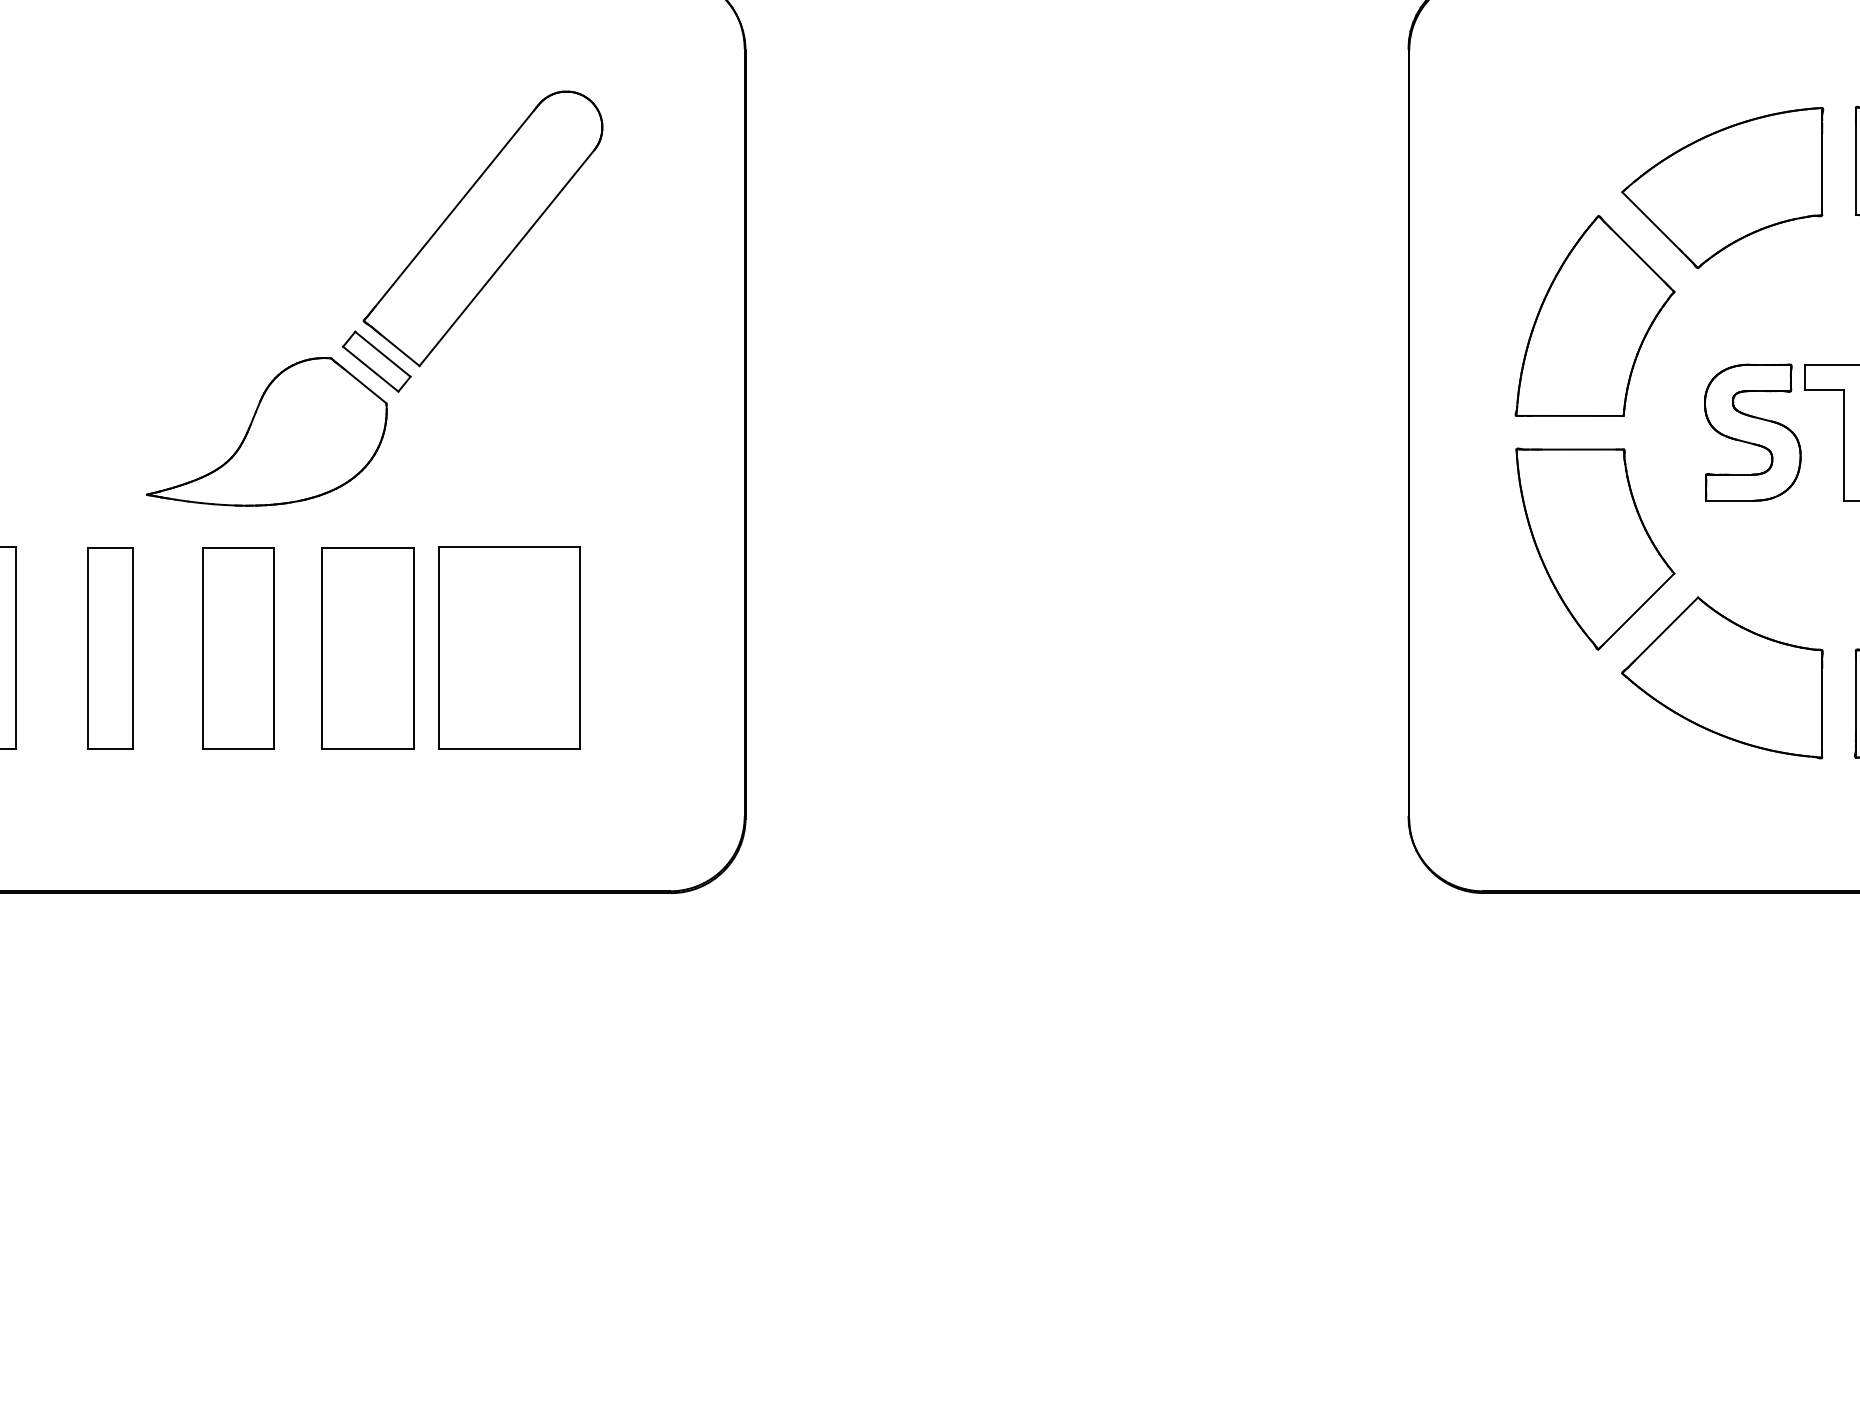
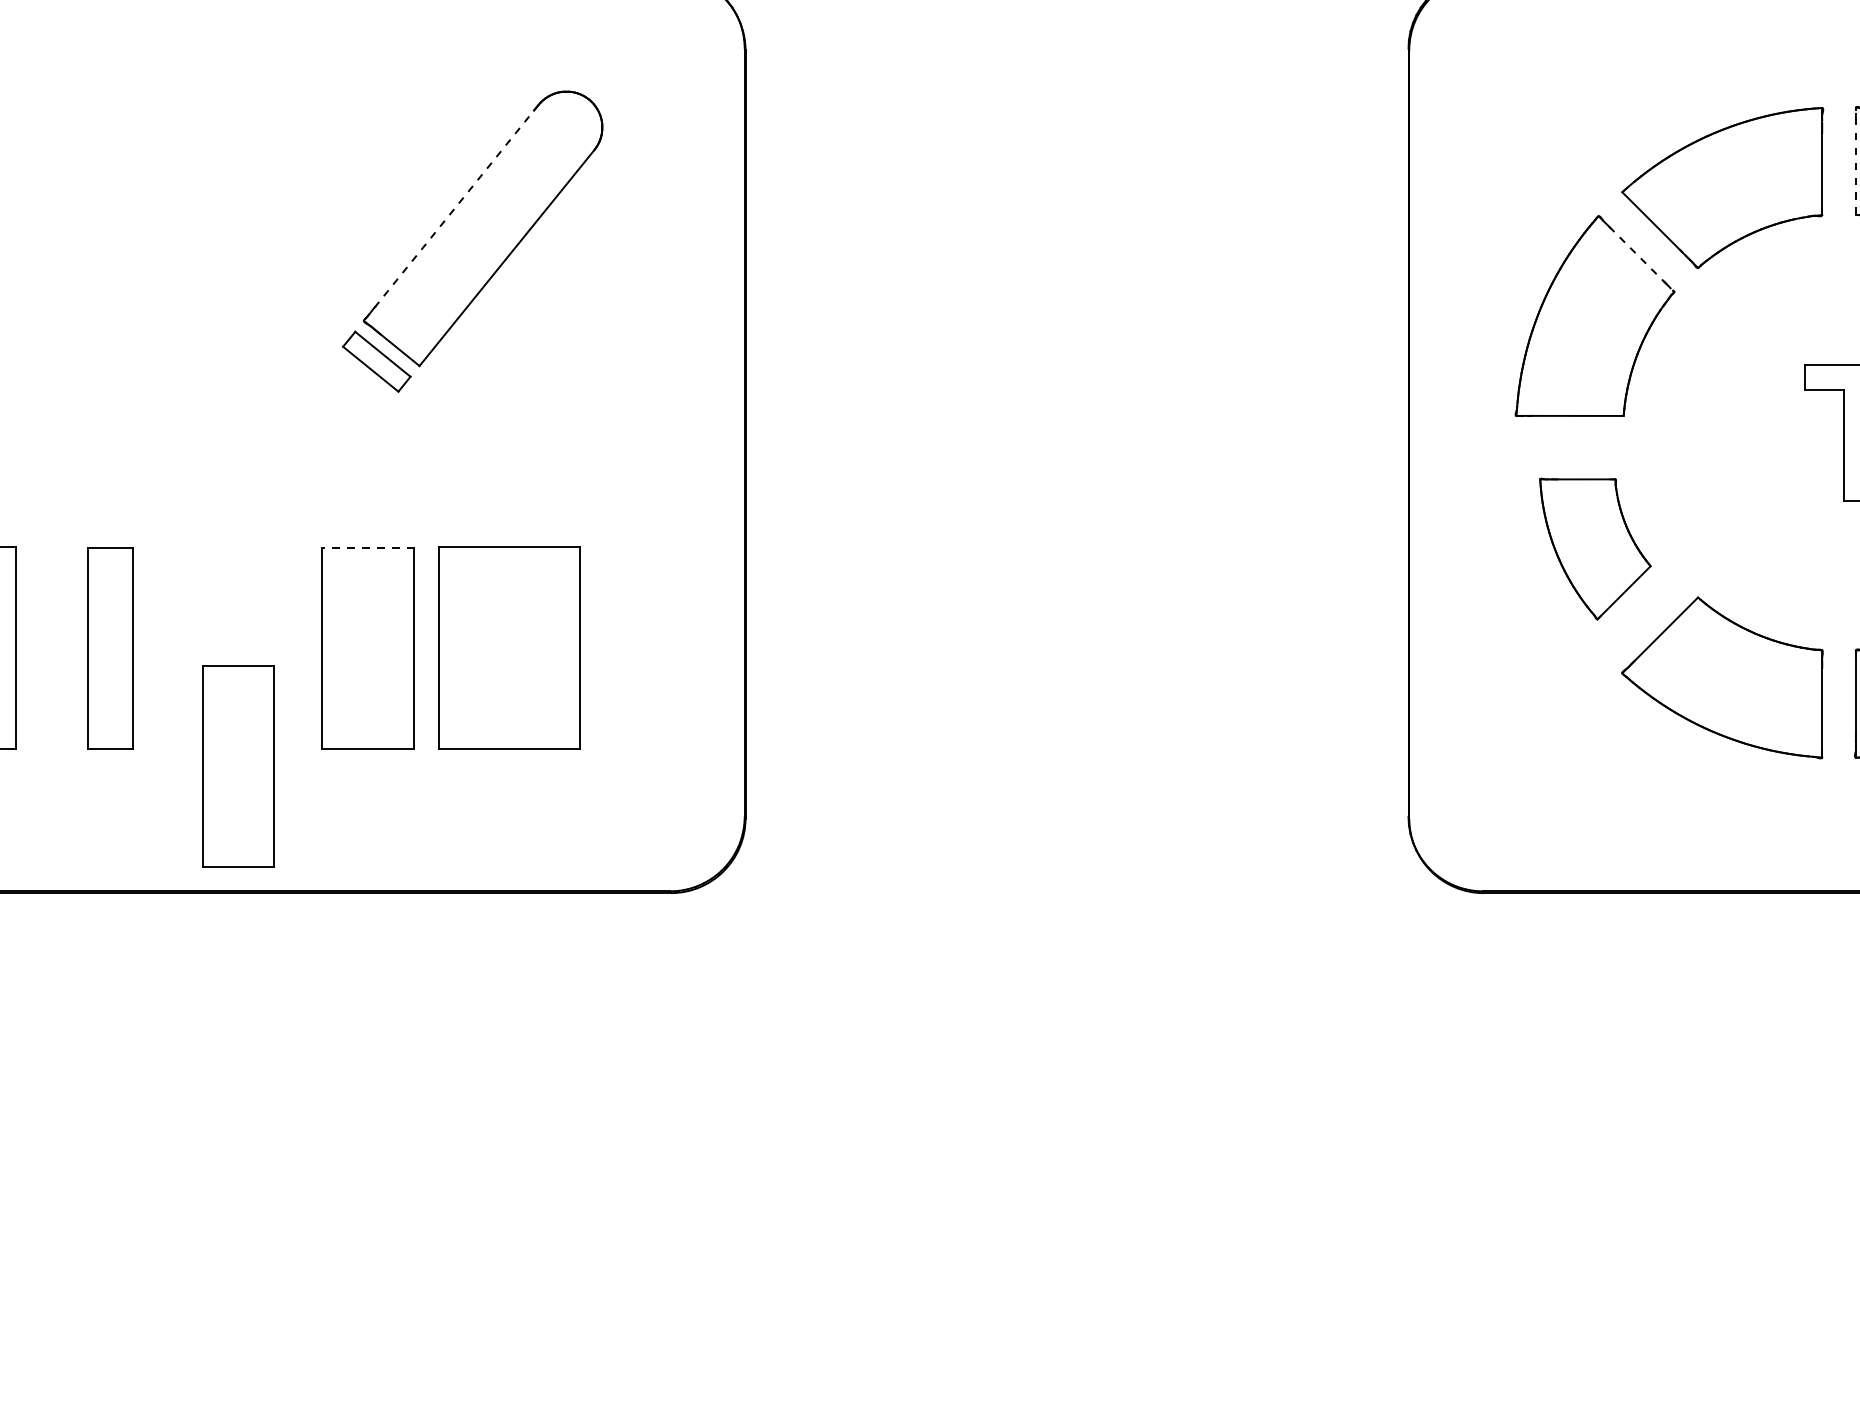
line at (1855, 161): solid -> dashed
line at (451, 212): solid -> dashed
line at (1636, 254): solid -> dashed
part at (266, 431): present -> none
part at (1752, 432): present -> none
line at (367, 547): solid -> dashed
part at (1595, 548) size: 161x204 px -> 113x144 px
part at (238, 648) position: (238, 648) -> (238, 766)
